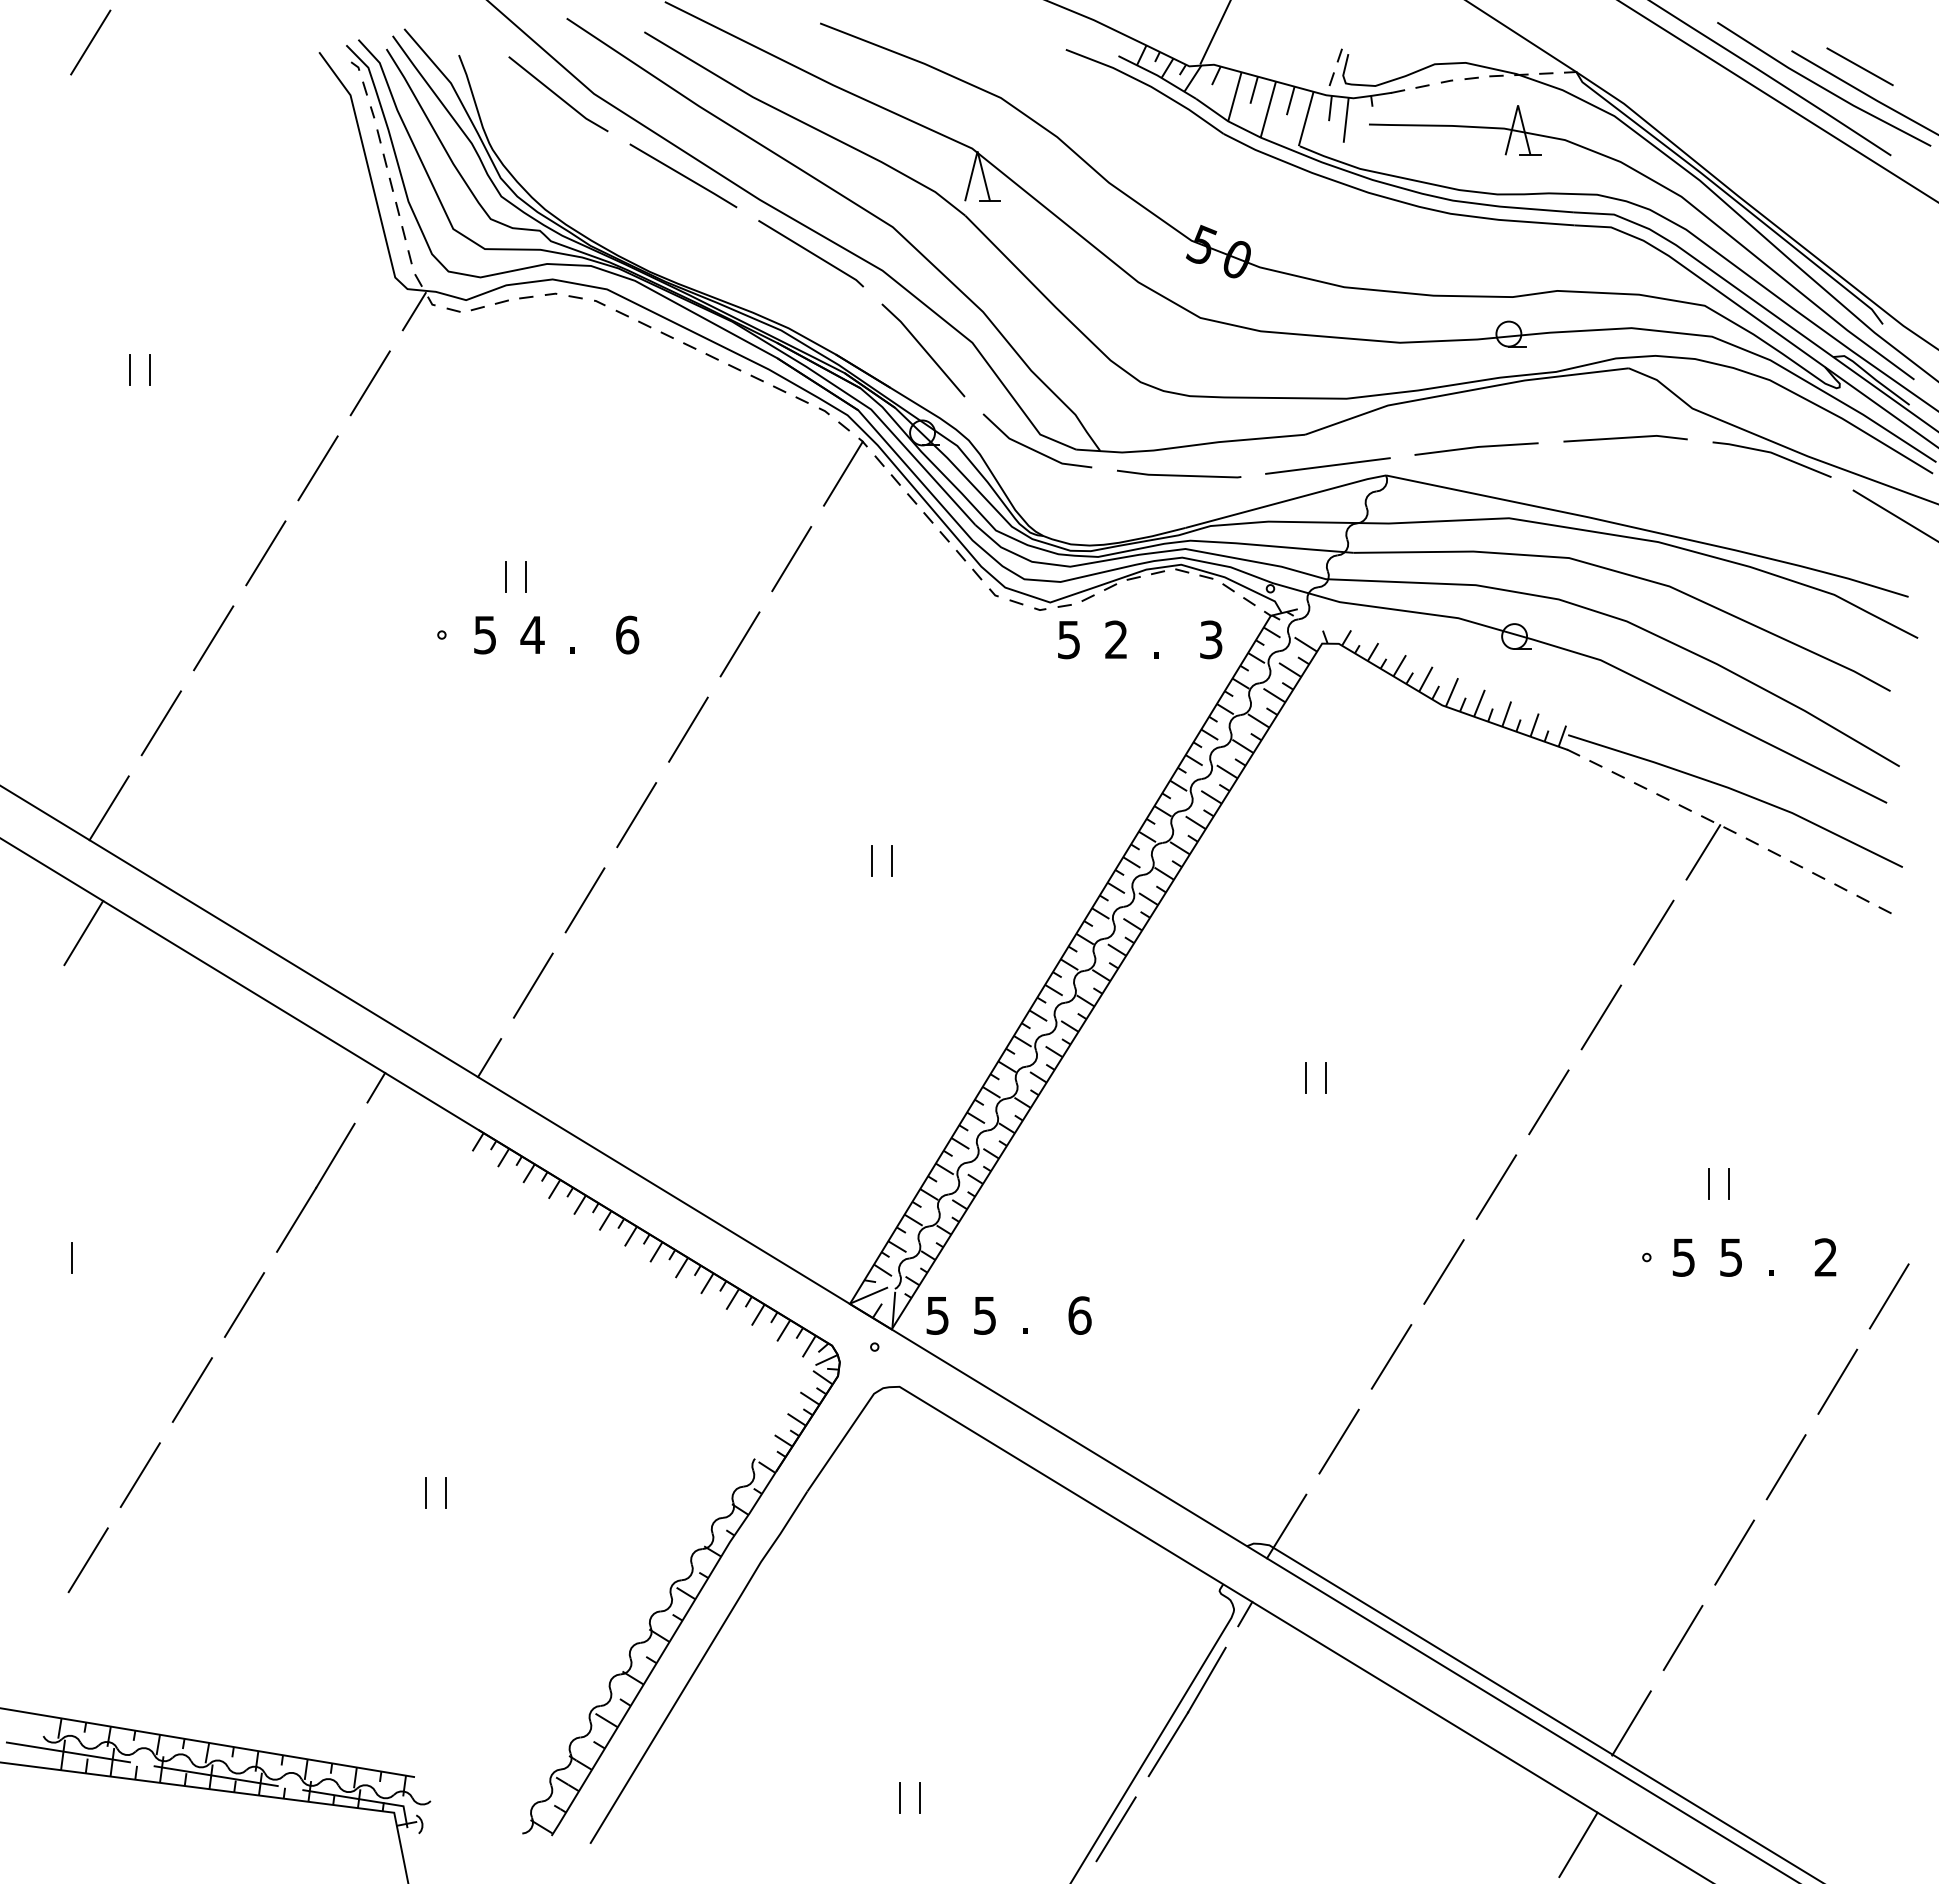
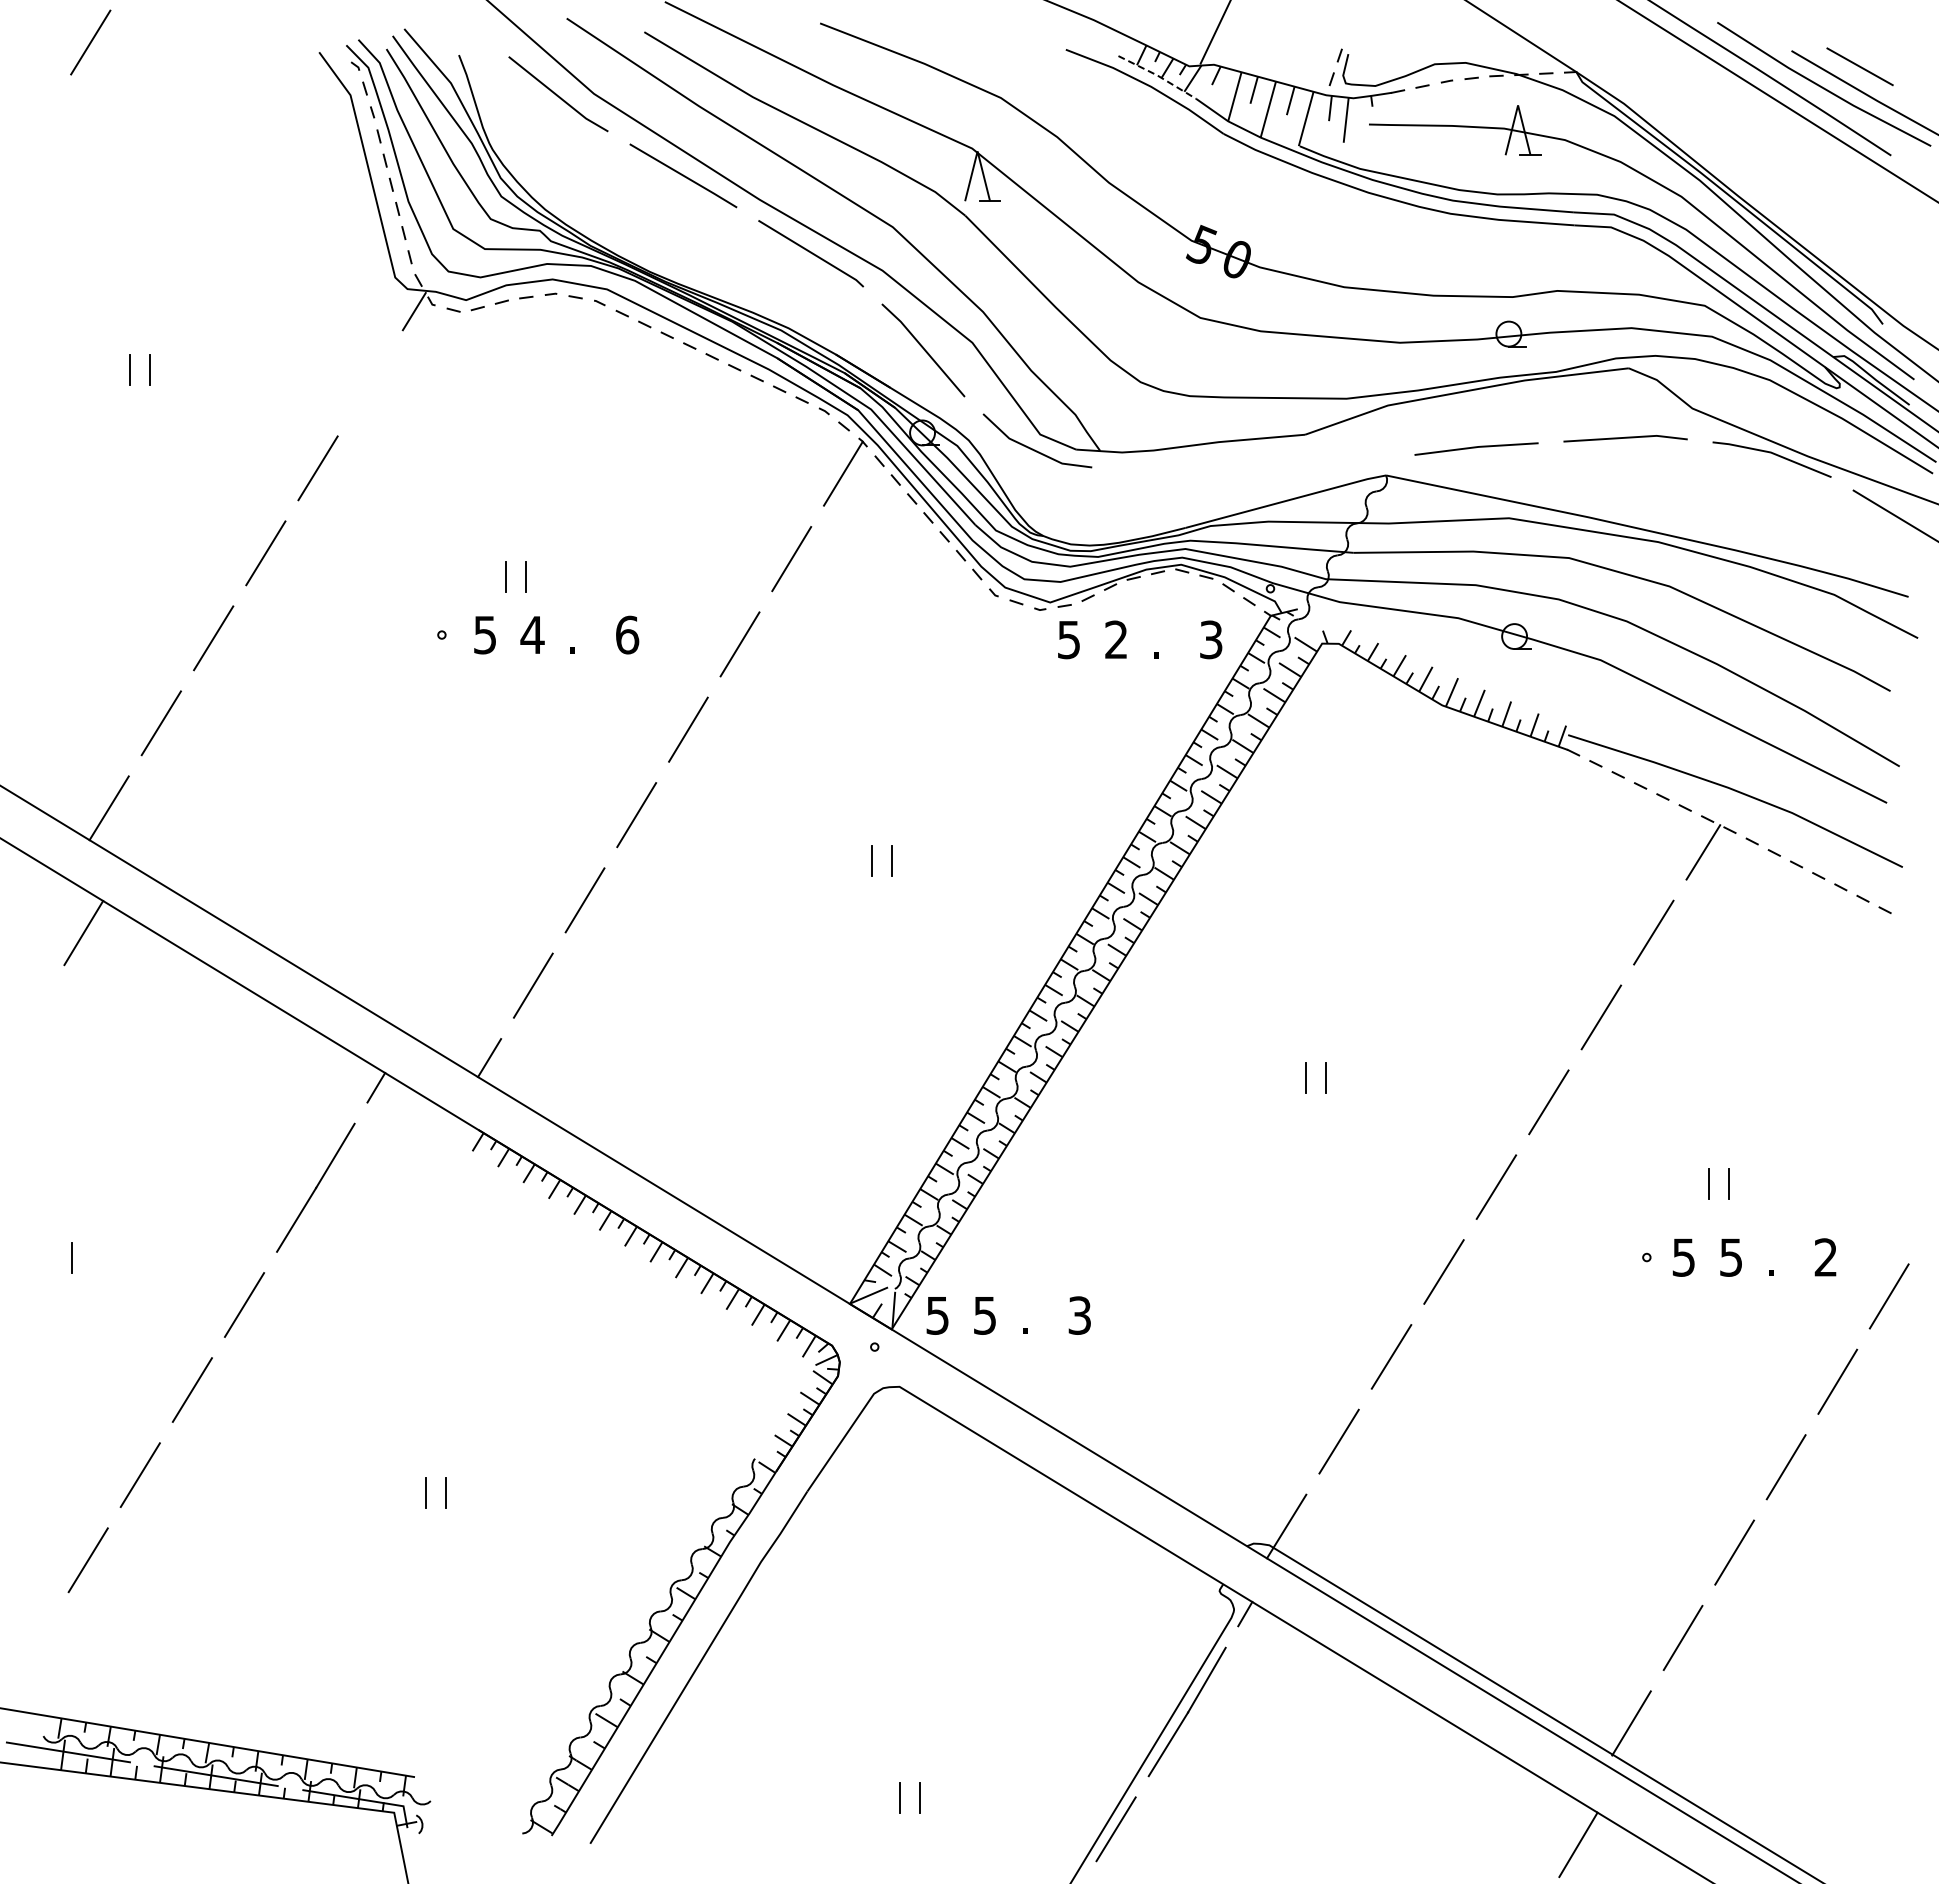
line at (1158, 75): solid -> dashed
line at (369, 383): present -> none
line at (1327, 465): present -> none
line at (1179, 474): present -> none
text at (1079, 1315): 6 -> 3
